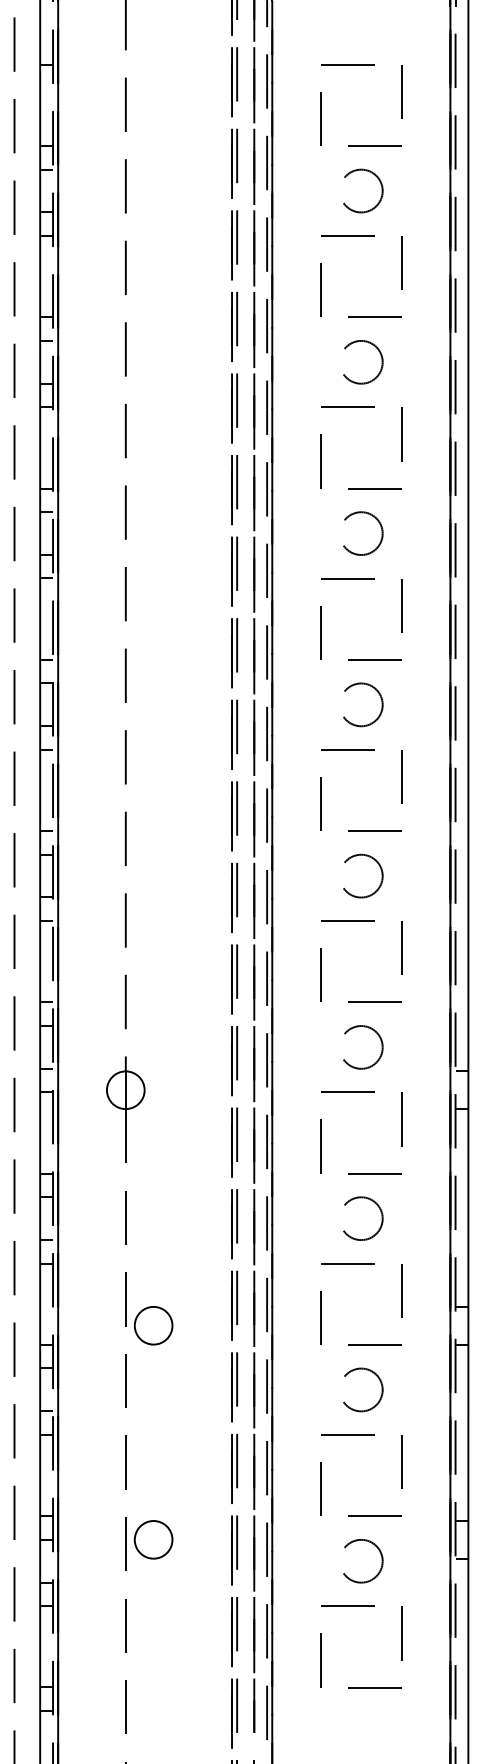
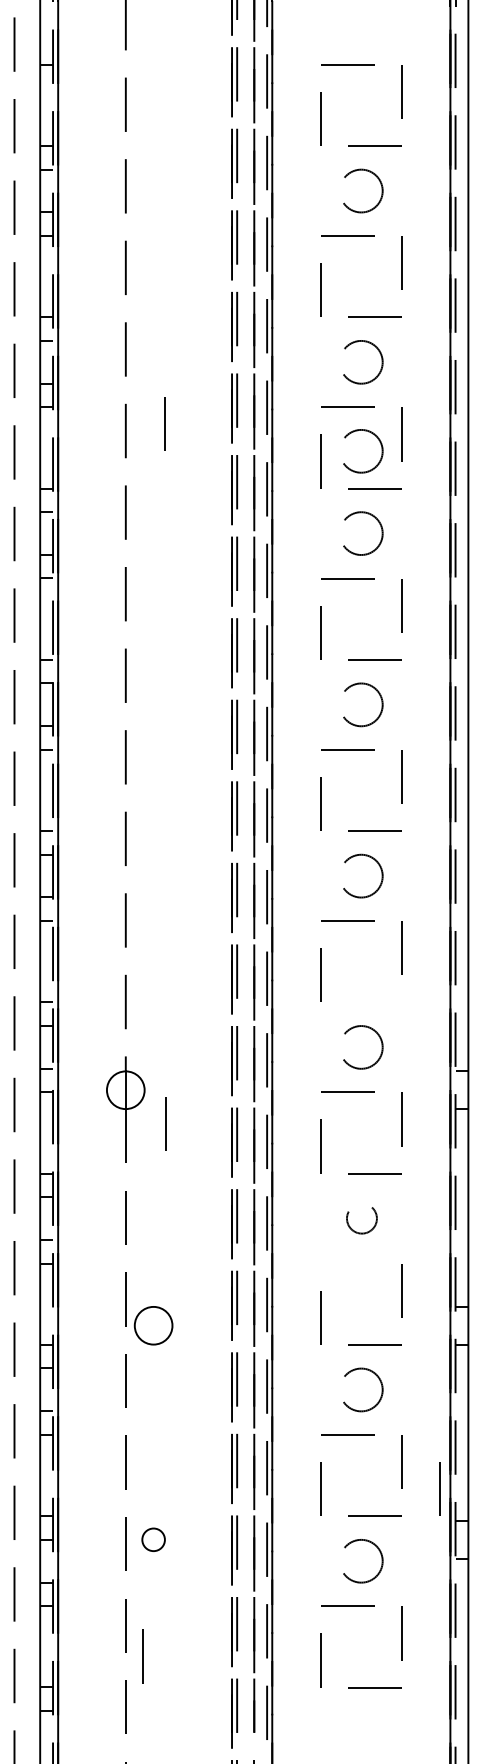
line at (164, 423): none -> present
circle at (363, 451): none -> present
line at (374, 1001): present -> none
line at (165, 1123): none -> present
circle at (363, 1218) size: 41x45 px -> 32x28 px
line at (347, 1263): present -> none
line at (439, 1488): none -> present
circle at (153, 1539) diameter: 38 px -> 23 px
line at (142, 1656): none -> present
